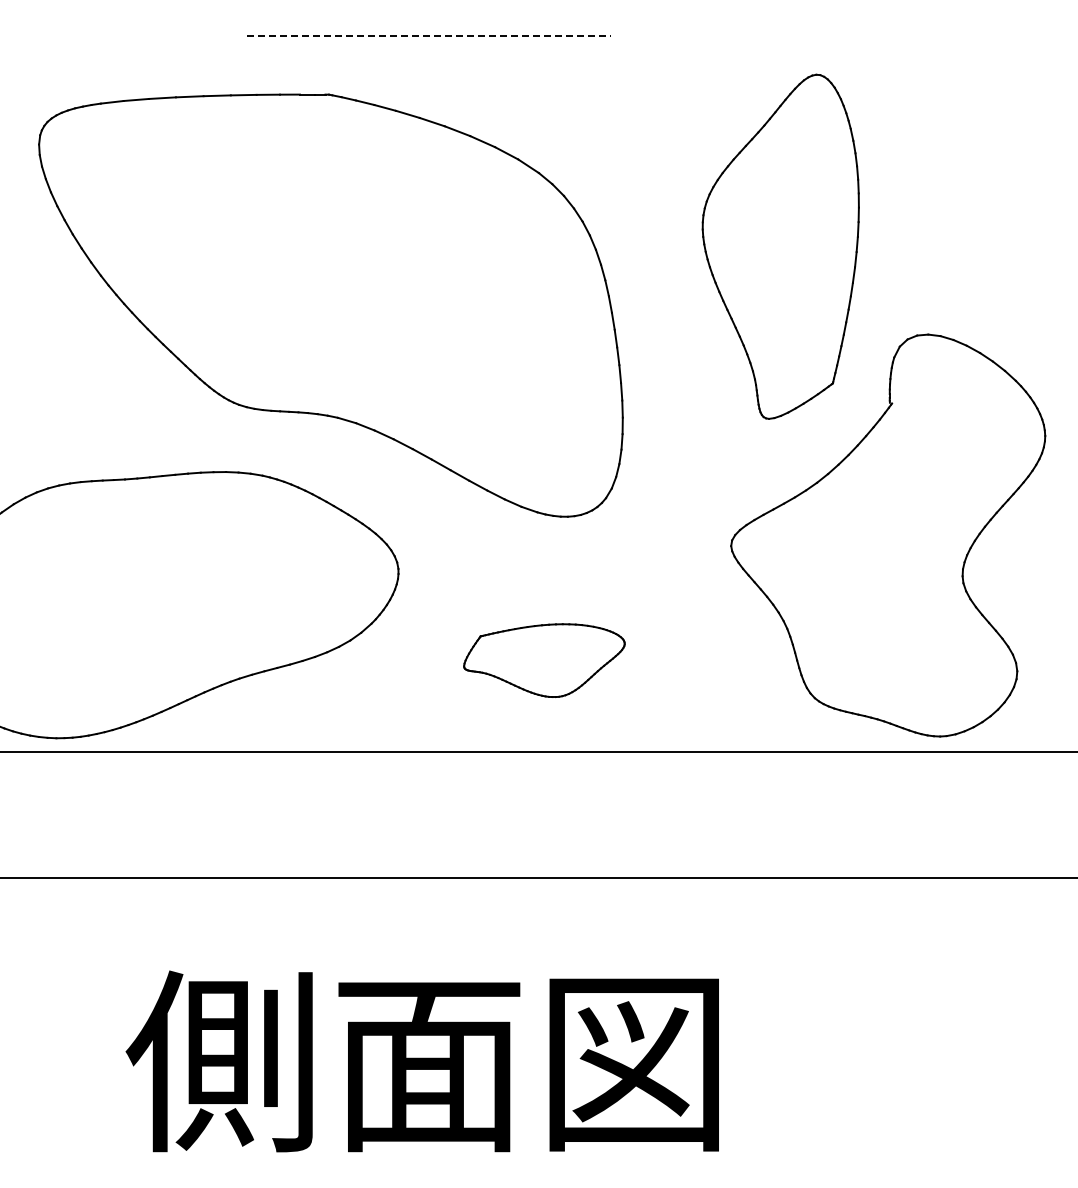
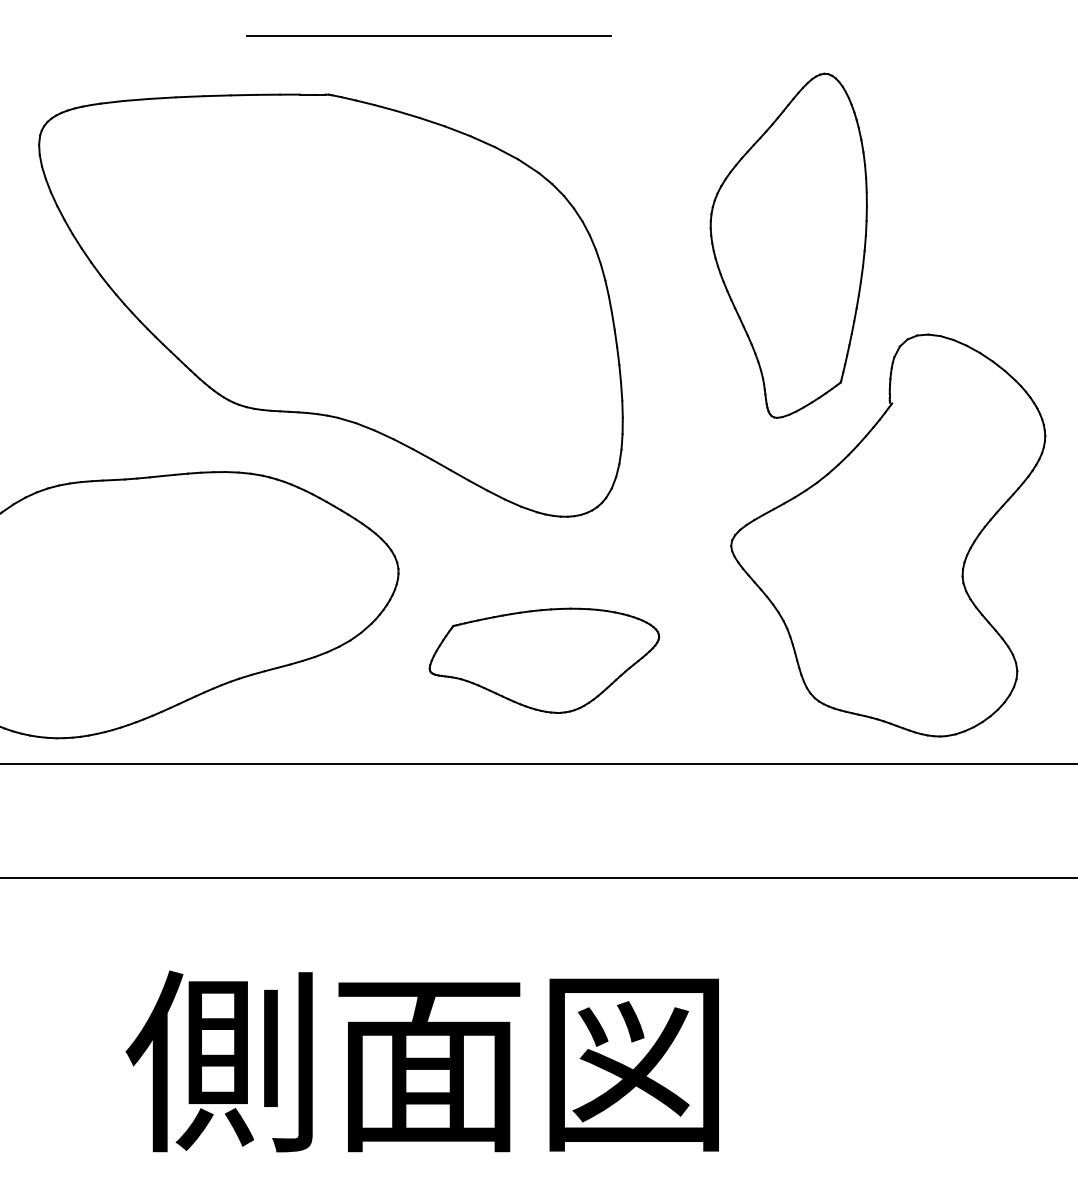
line at (429, 35): dashed -> solid
part at (780, 246) position: (780, 246) -> (788, 245)
part at (544, 660) size: 163x75 px -> 233x107 px
line at (538, 751) position: (538, 751) -> (538, 763)
